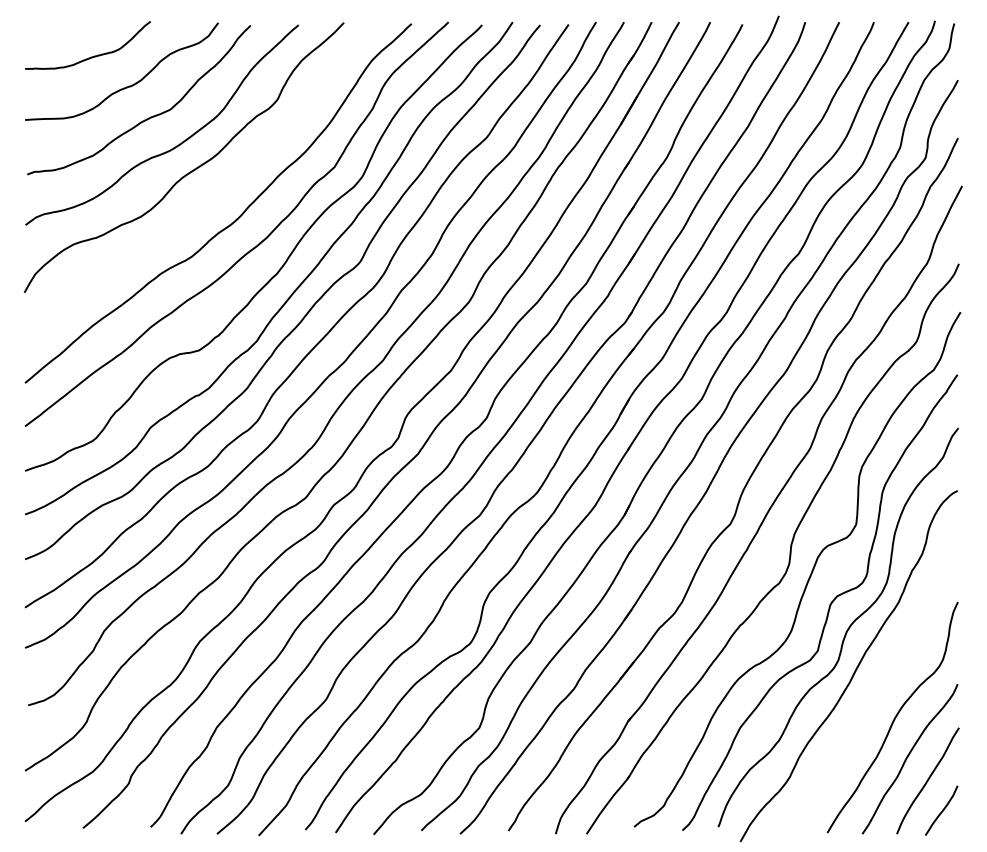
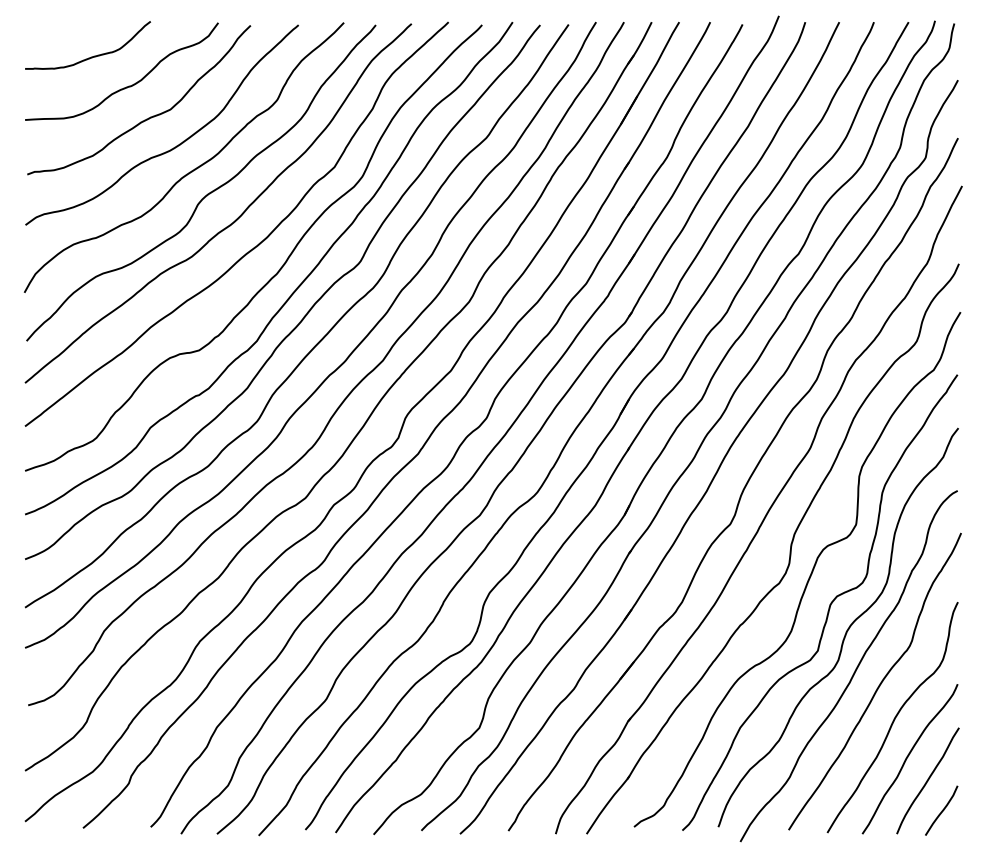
curve at (207, 193): none -> present
curve at (879, 683): none -> present
